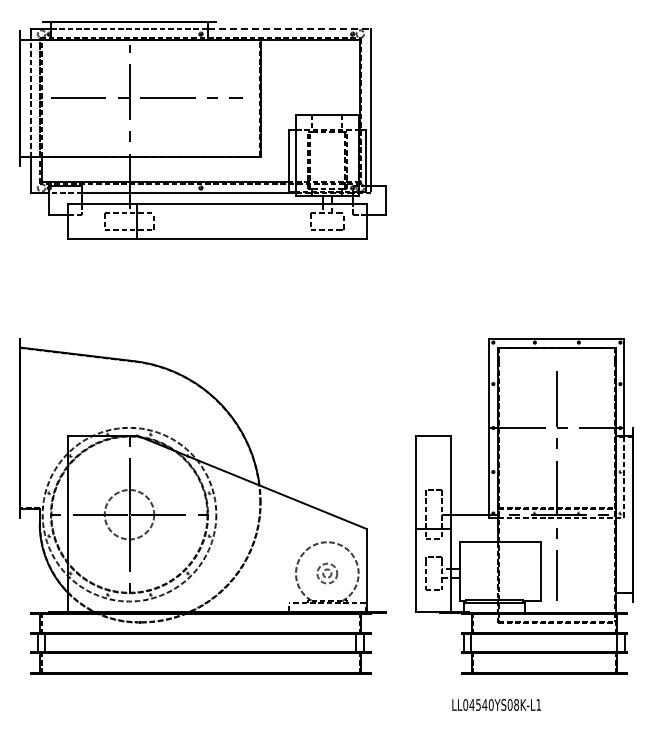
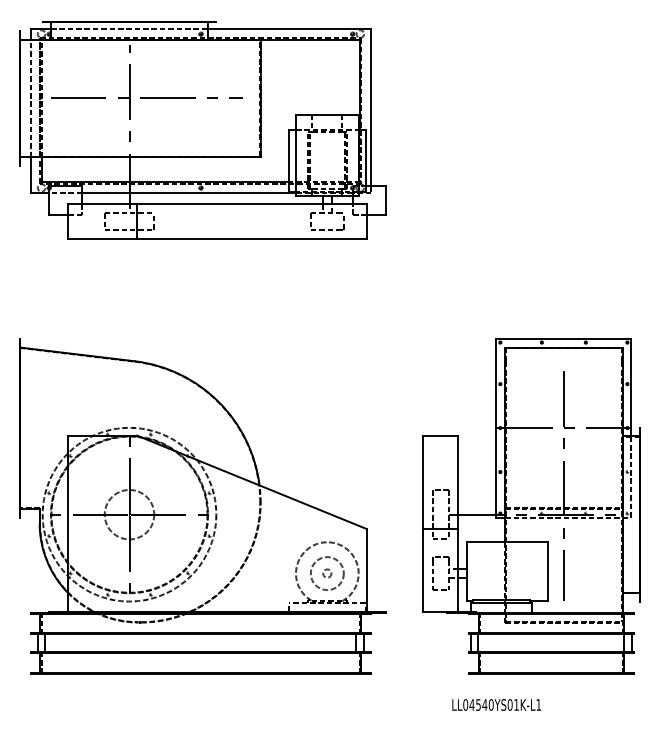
line at (289, 28): dashed -> solid
part at (524, 506) position: (524, 506) -> (531, 506)
circle at (327, 573) diameter: 20 px -> 33 px
text at (516, 704): LL04540YS08K-L1 -> LL04540YS01K-L1
